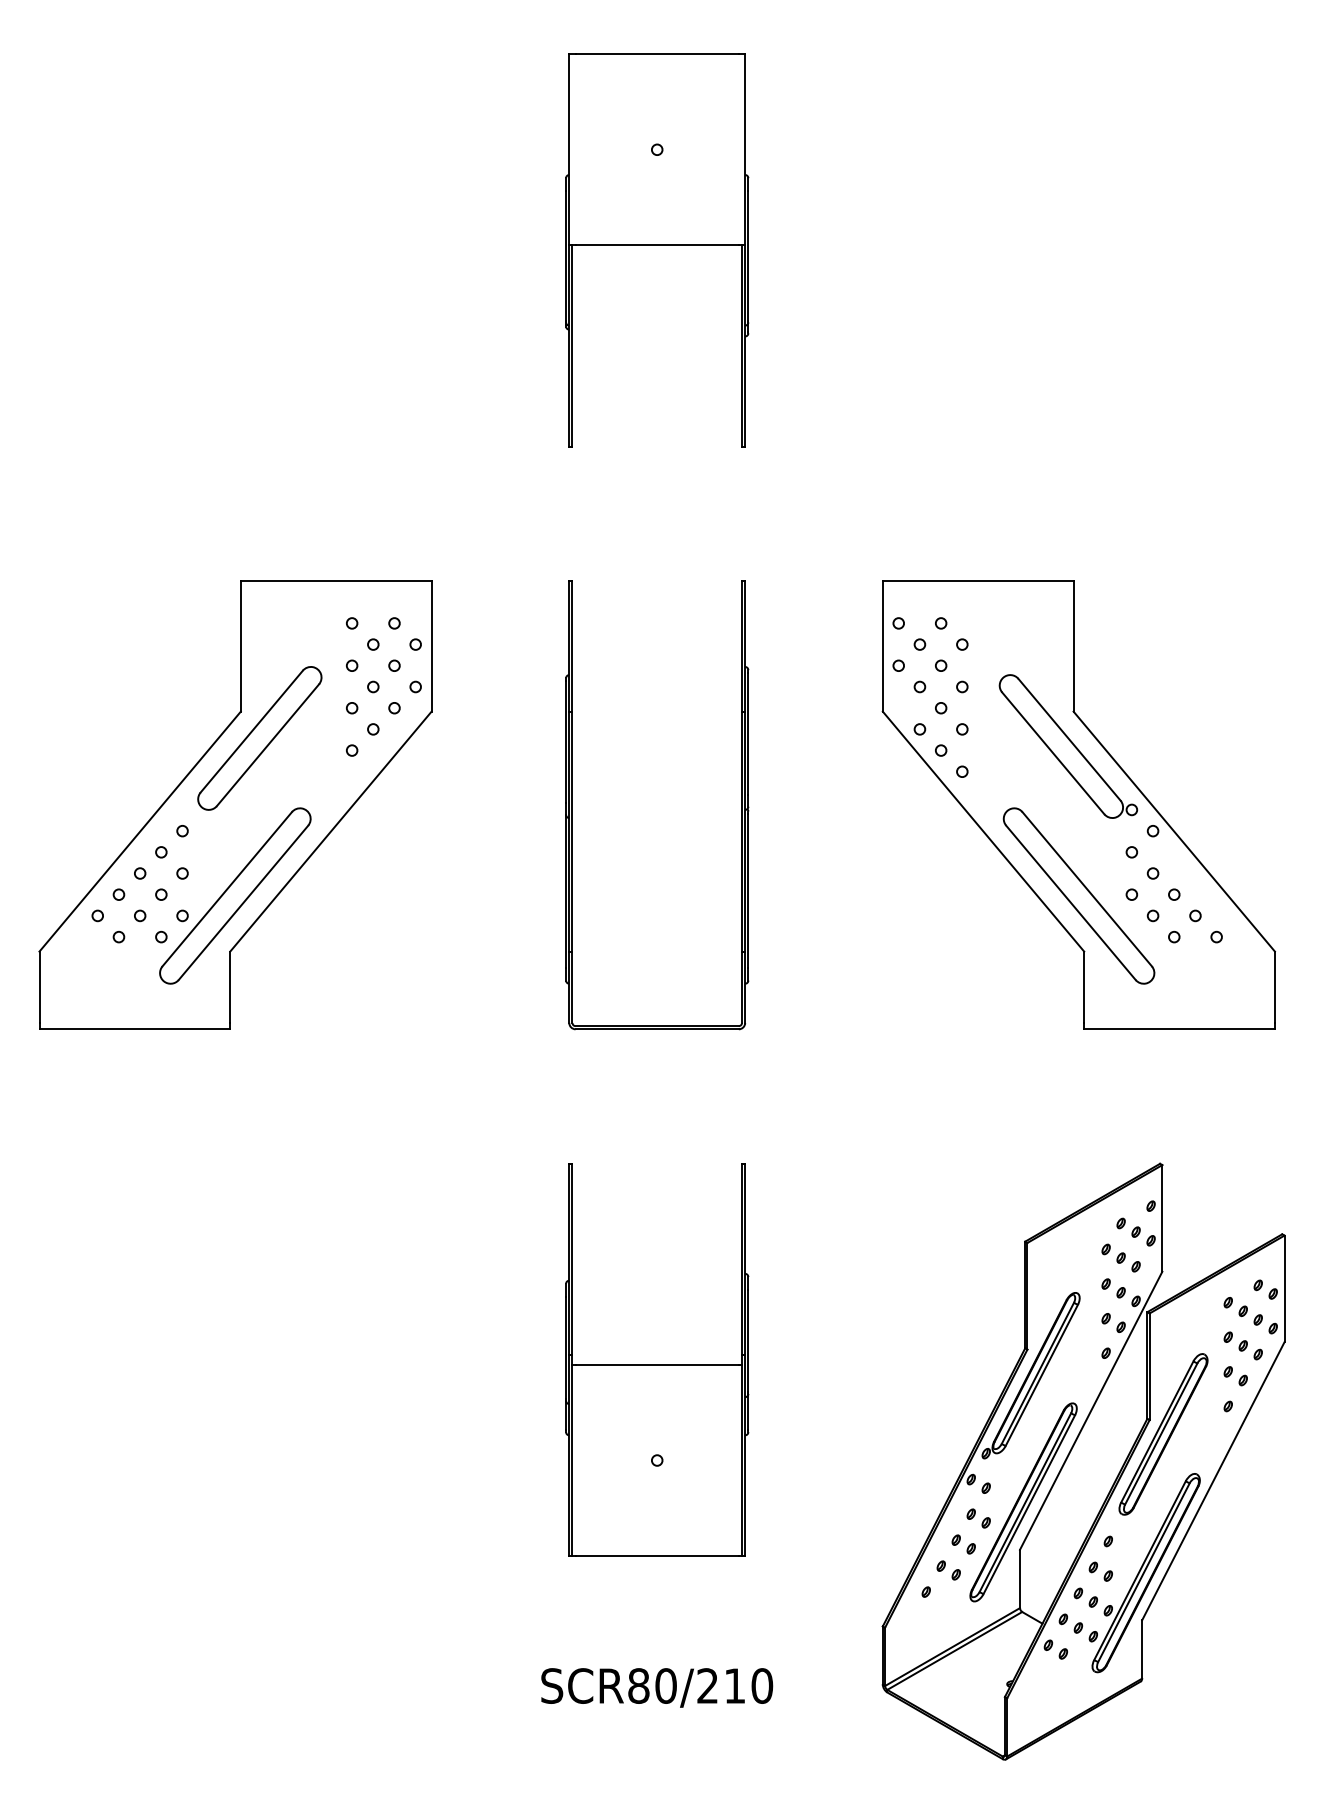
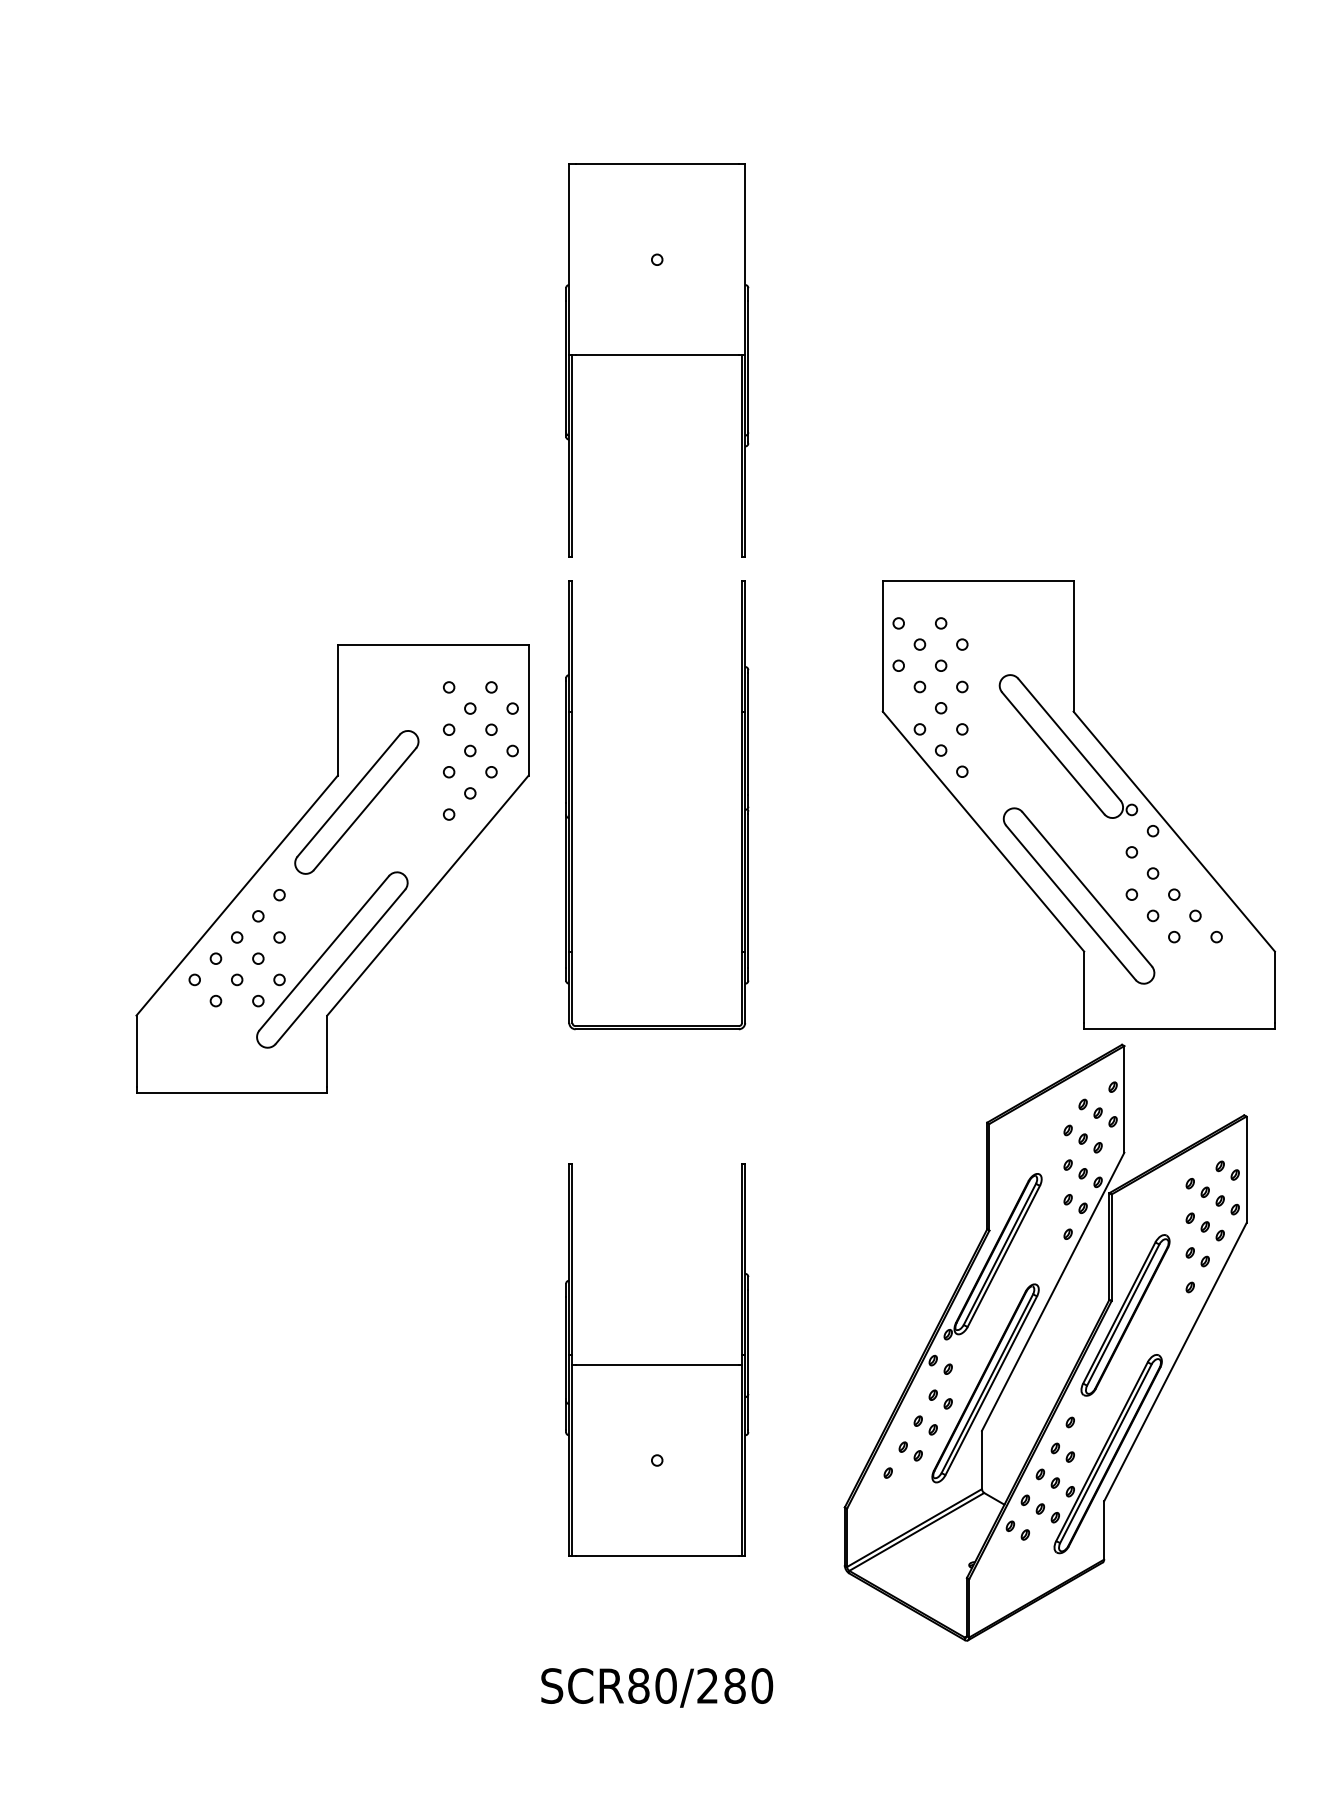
part at (657, 250) position: (657, 250) -> (657, 360)
part at (235, 804) position: (235, 804) -> (332, 868)
part at (1069, 1455) position: (1069, 1455) -> (1031, 1336)
text at (734, 1685): SCR80/210 -> SCR80/280
